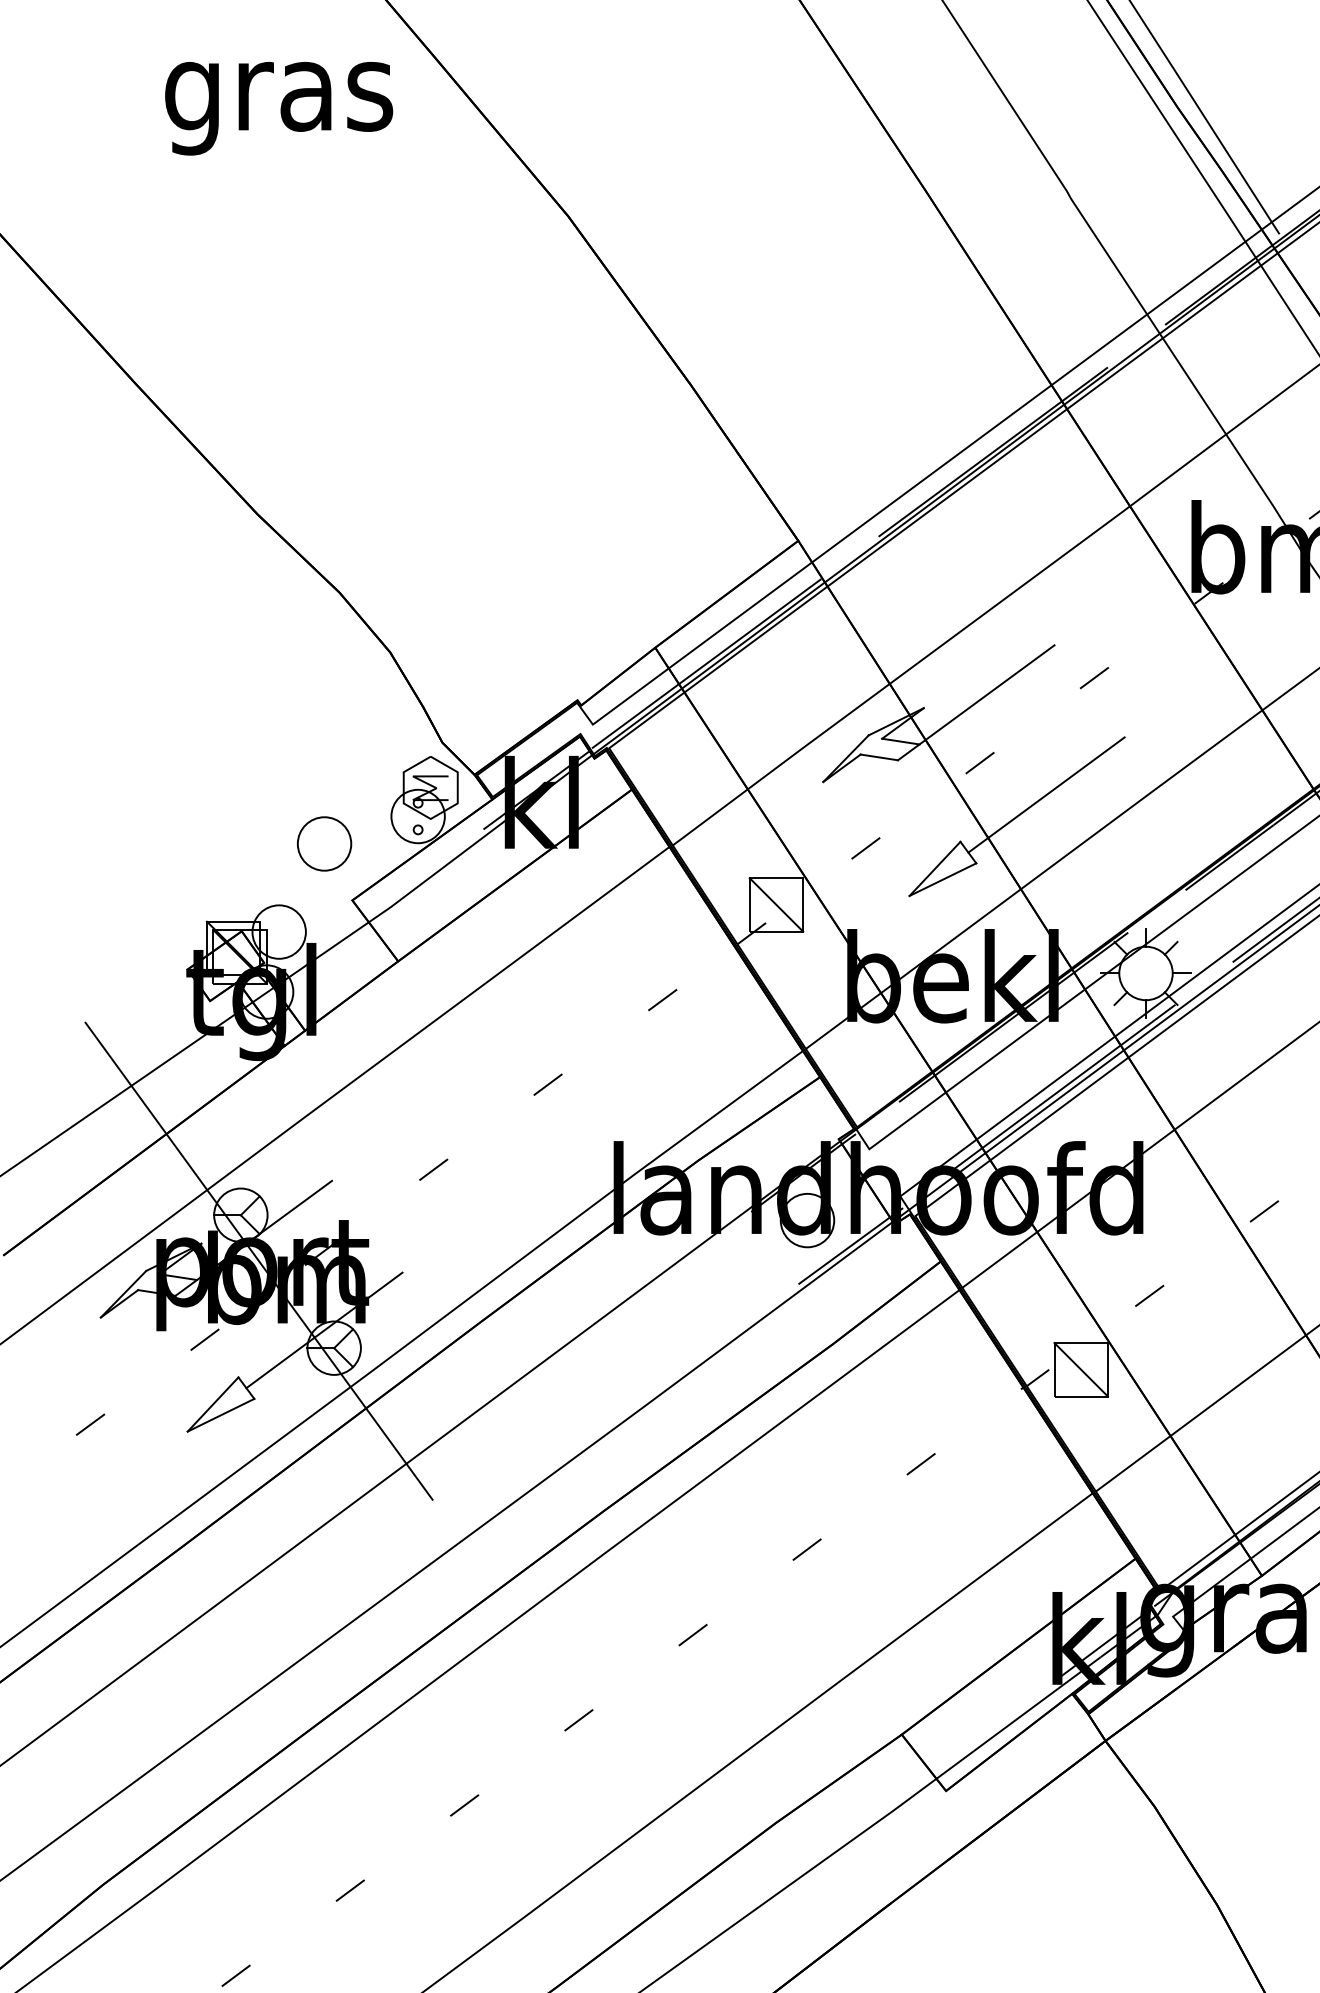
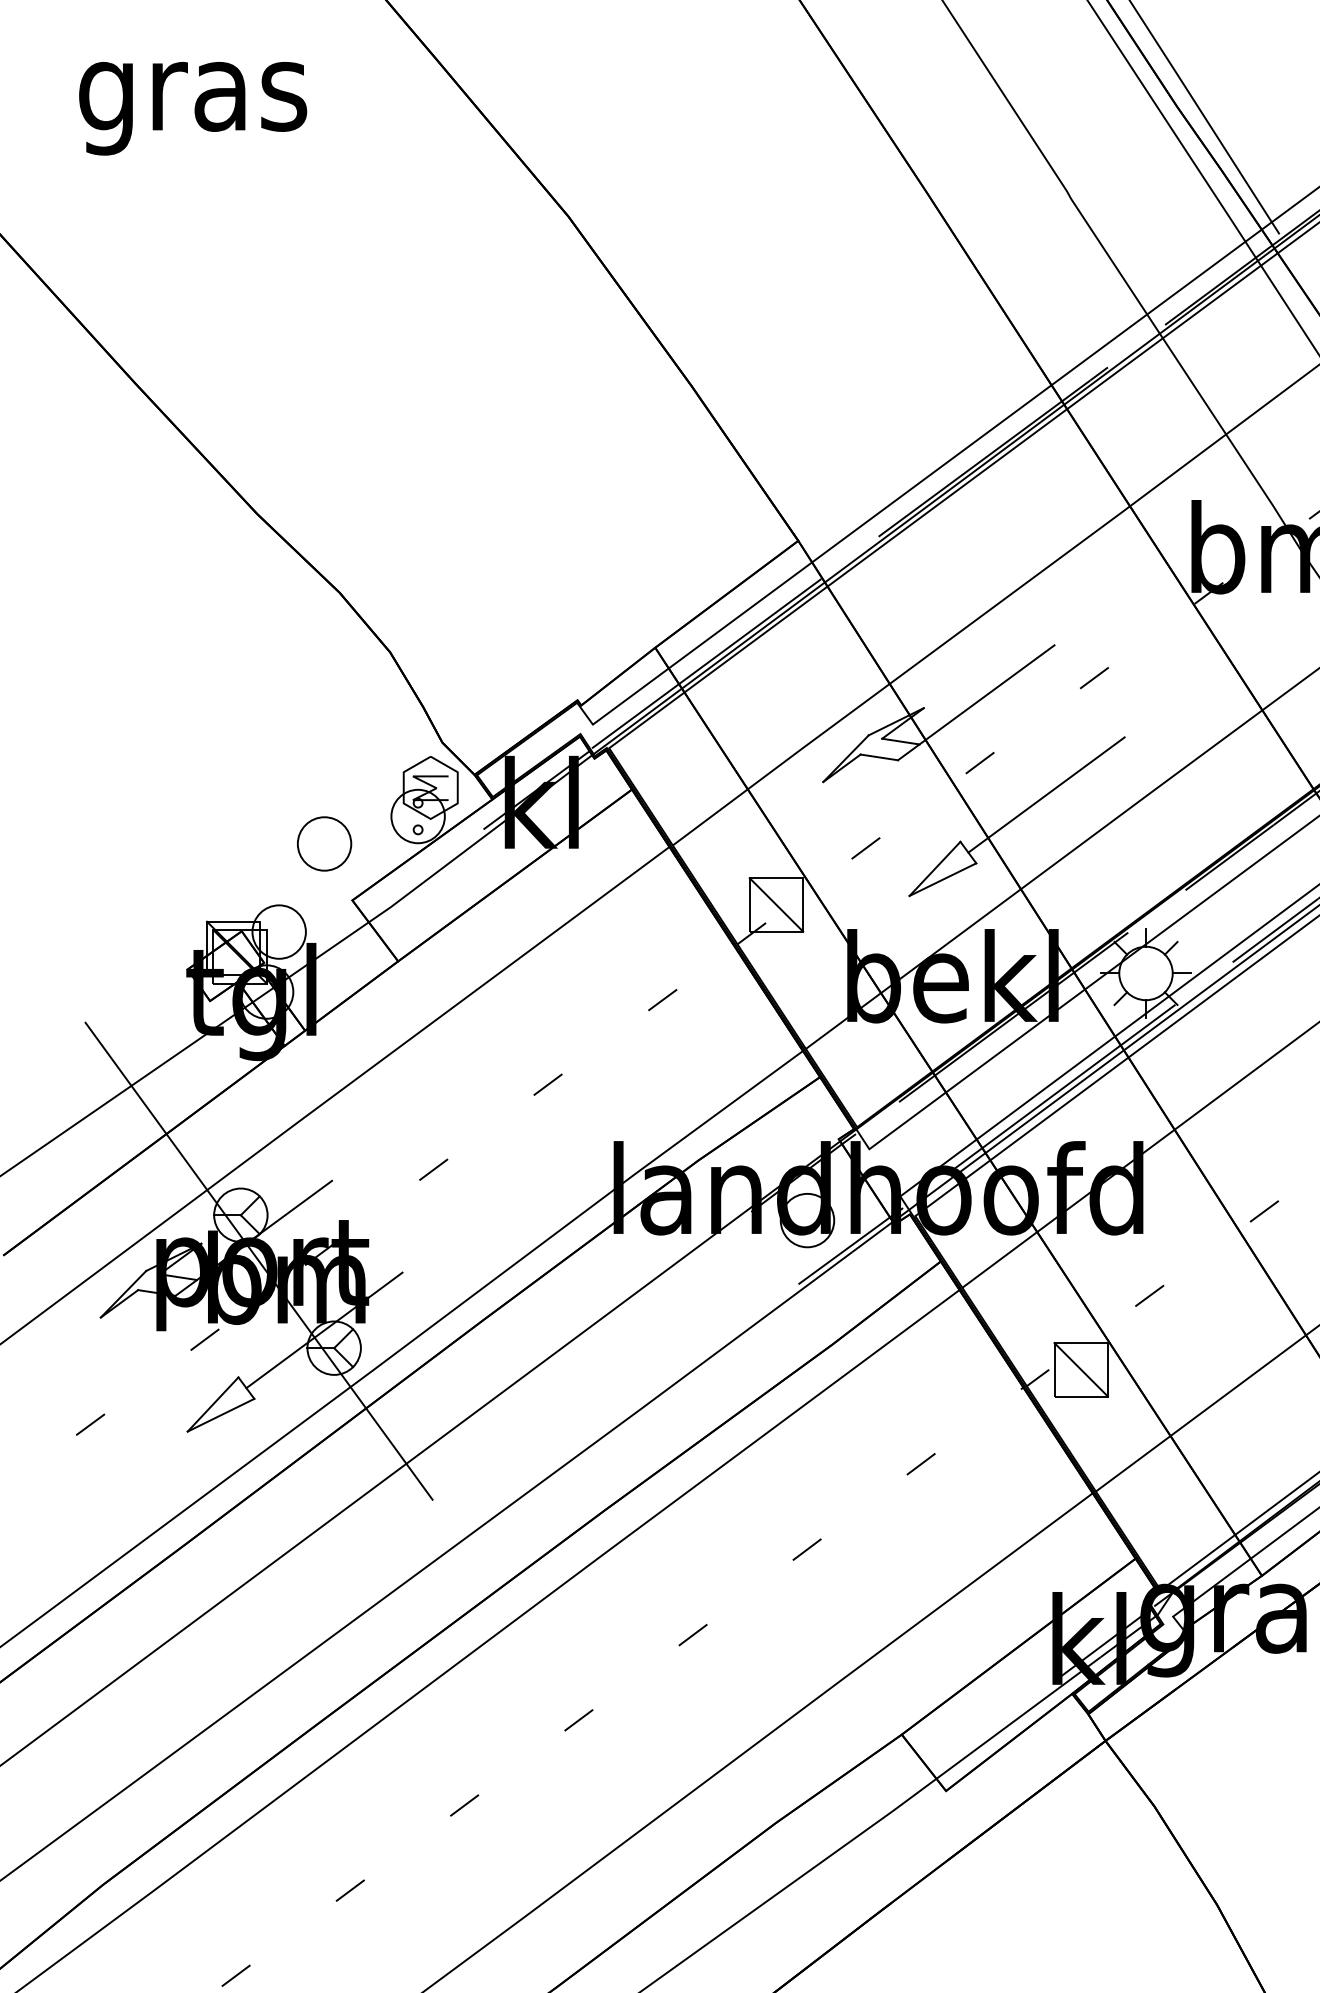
text at (279, 108) position: (279, 108) -> (193, 108)
